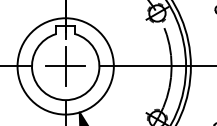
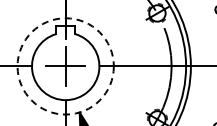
circle at (65, 66): solid -> dashed
